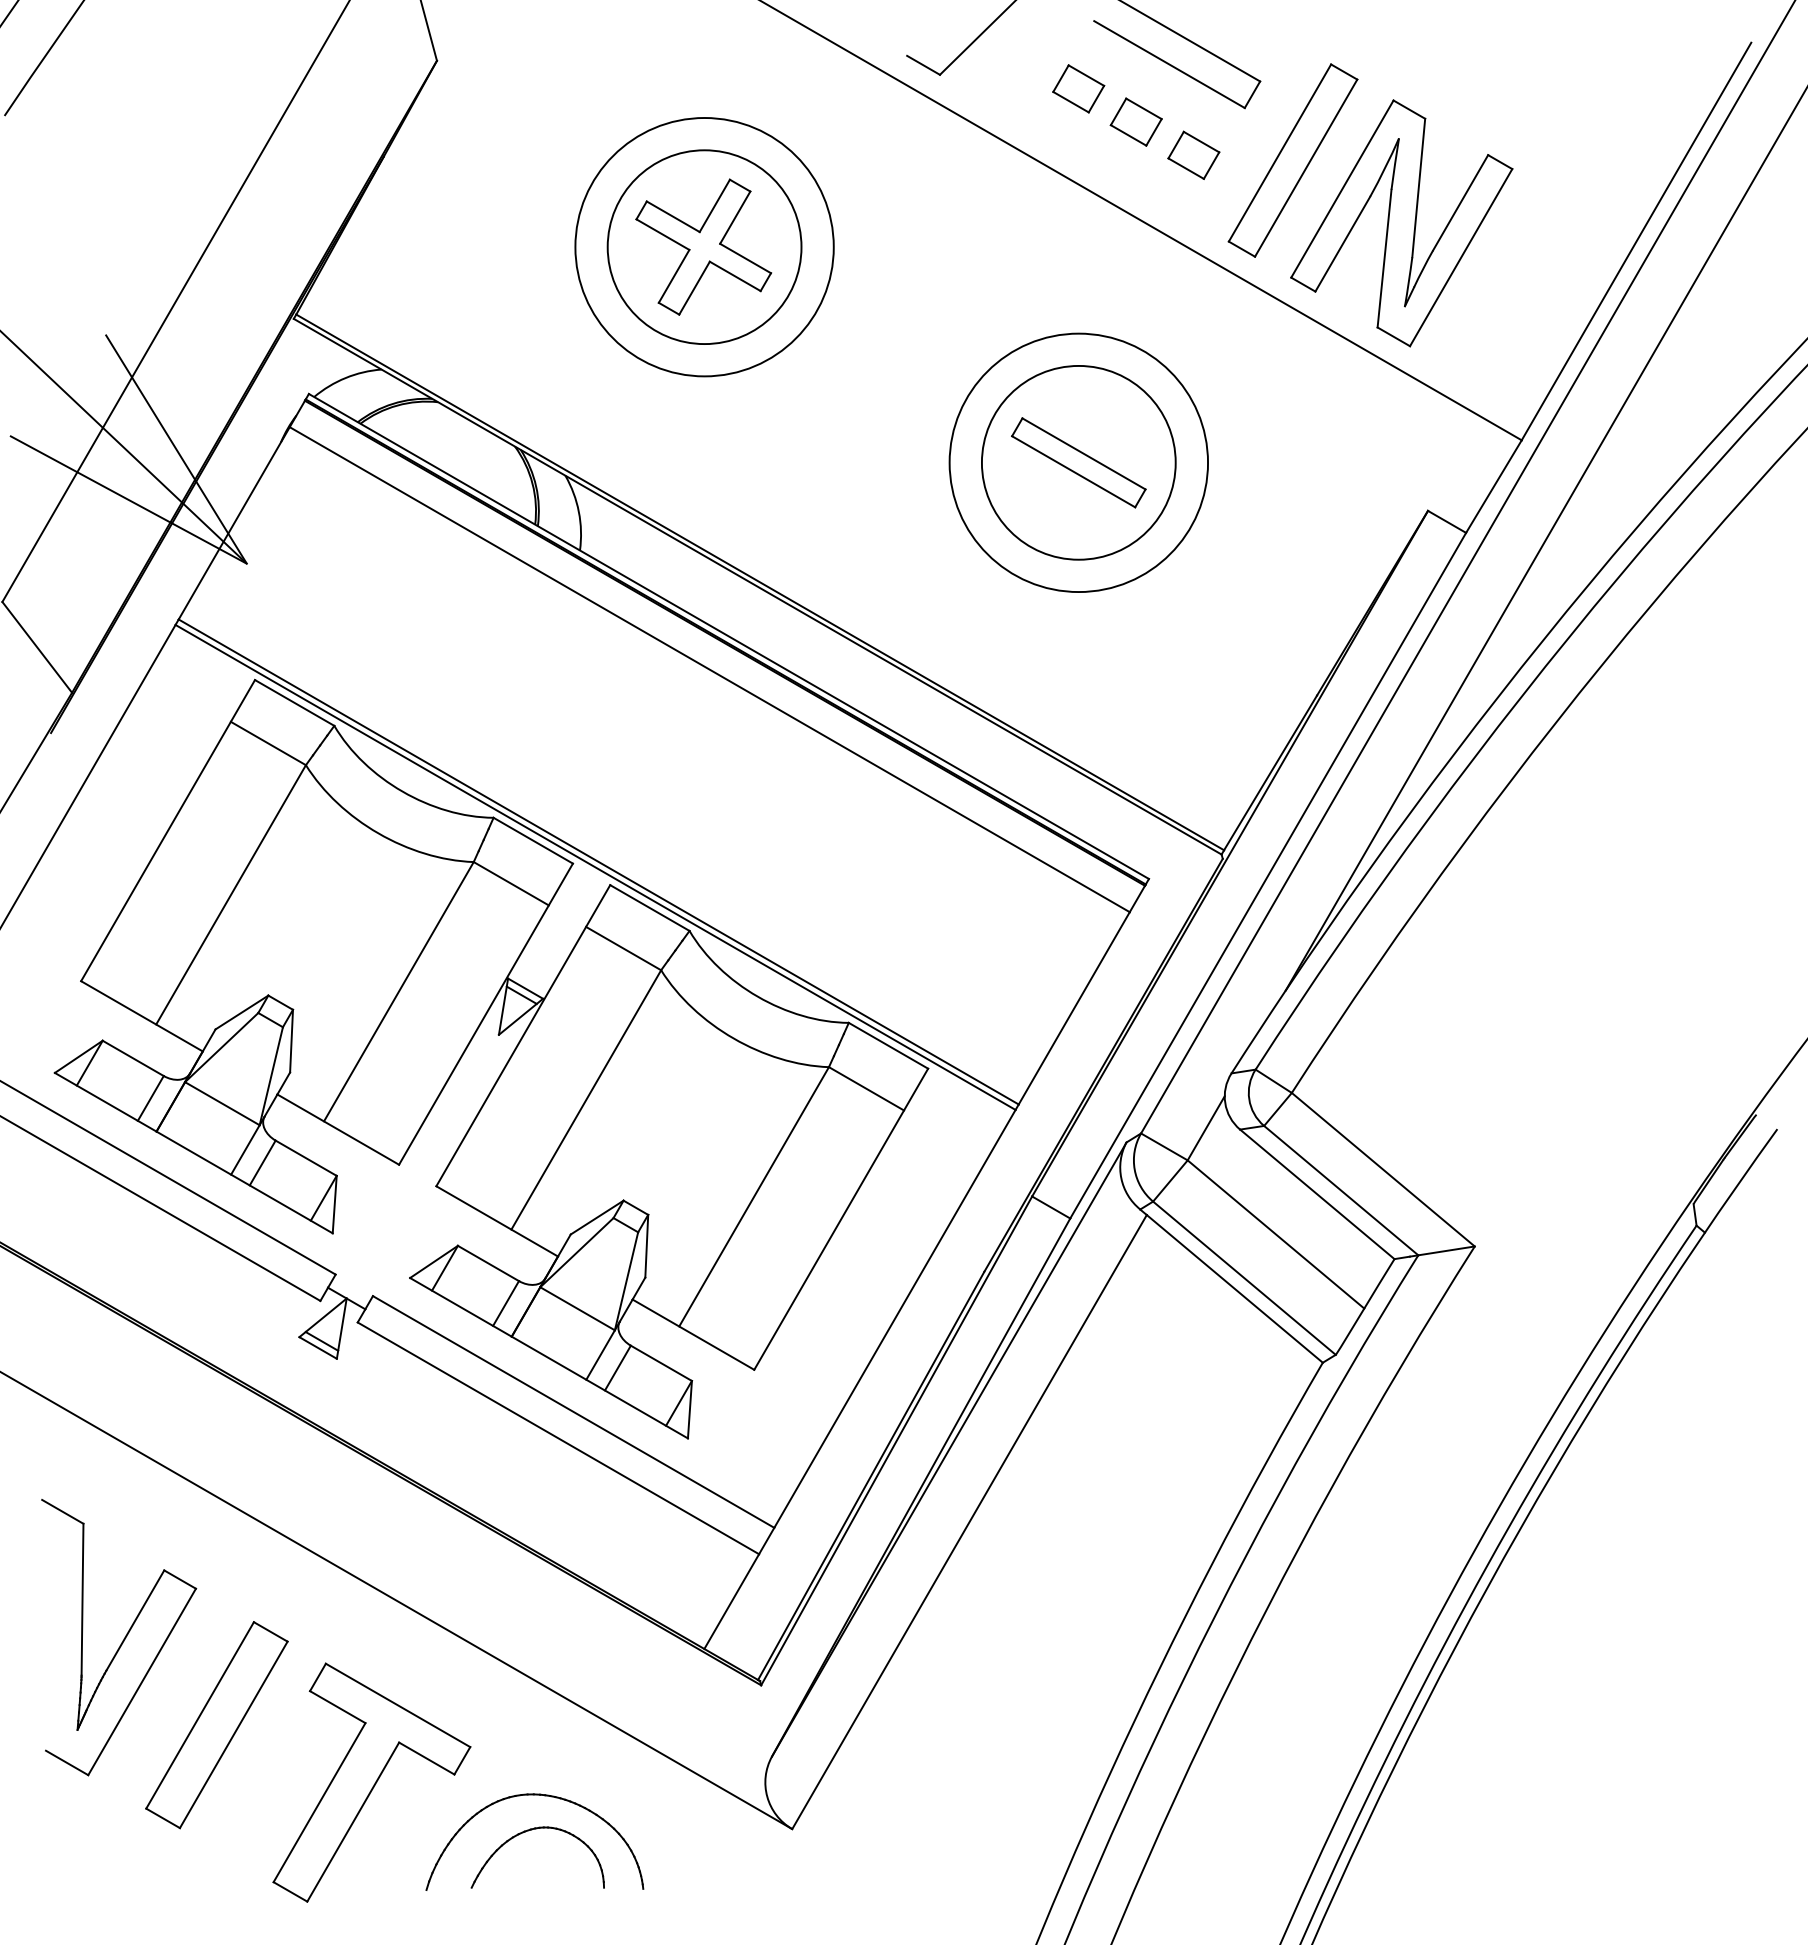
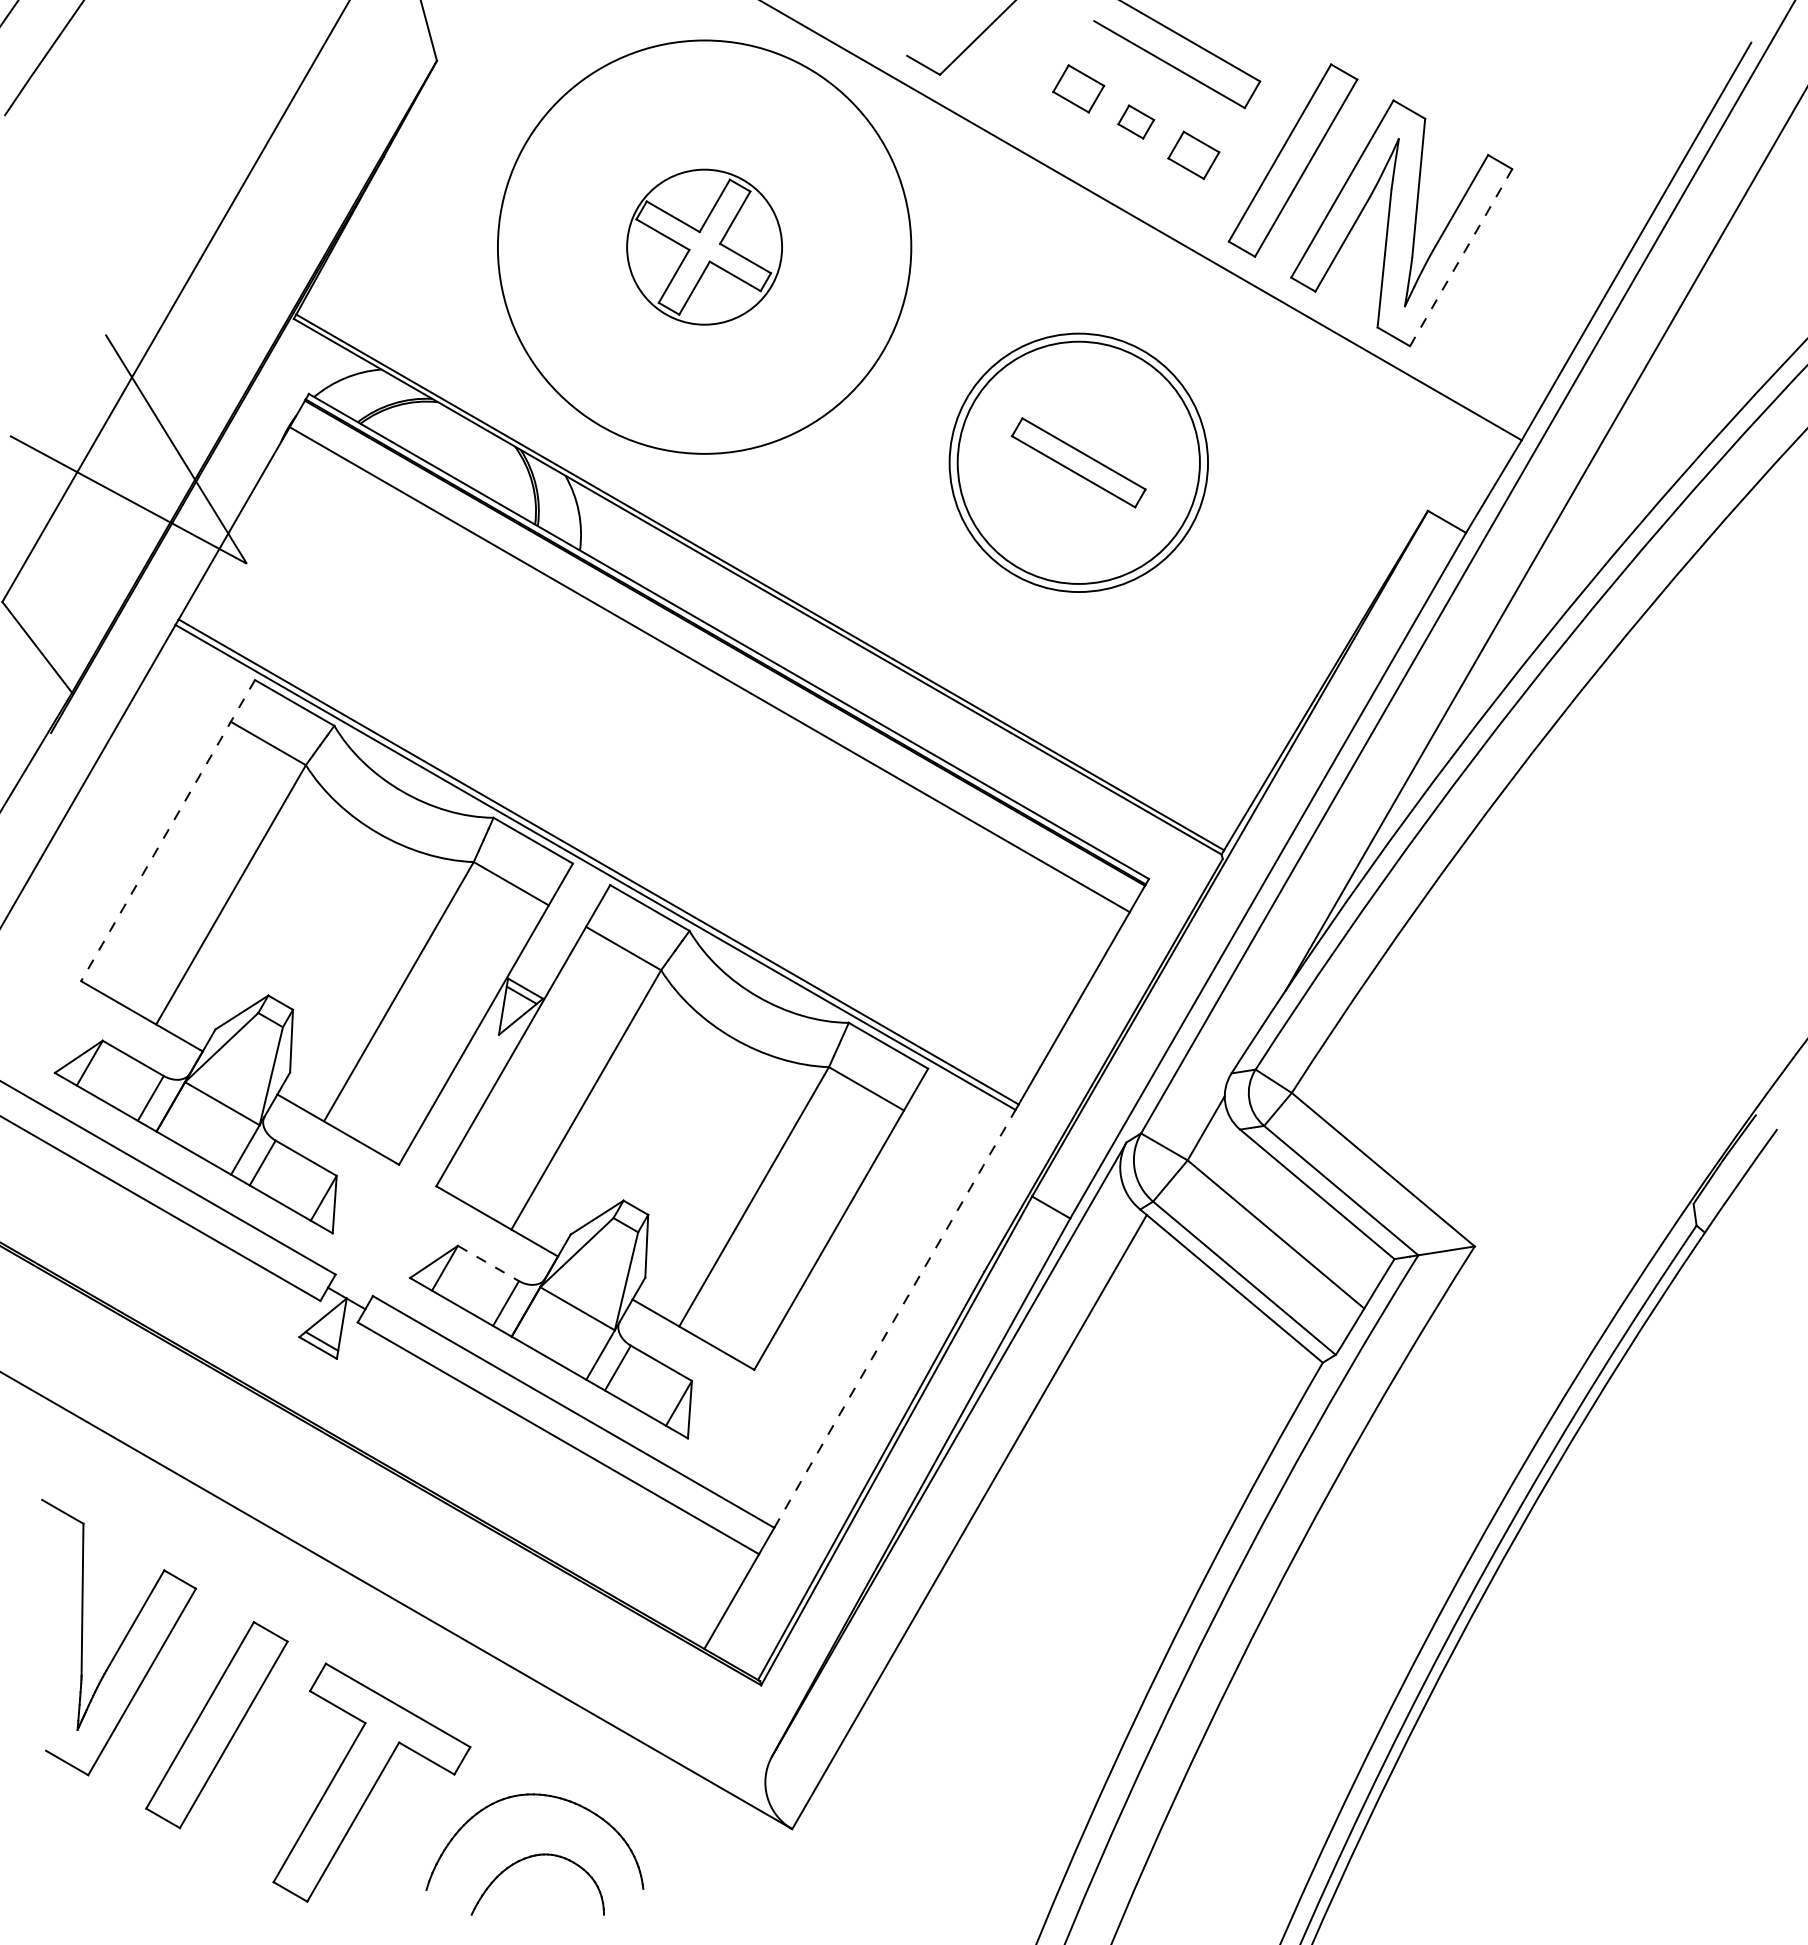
part at (1135, 121) size: 54x50 px -> 39x36 px
circle at (704, 247) diameter: 194 px -> 155 px
circle at (704, 247) diameter: 258 px -> 413 px
line at (1460, 258): solid -> dashed
line at (124, 448): present -> none
circle at (1078, 462) diameter: 194 px -> 242 px
line at (168, 830): solid -> dashed
line at (488, 1263): solid -> dashed
line at (895, 1318): solid -> dashed
part at (532, 1830) position: (532, 1830) -> (532, 1857)
